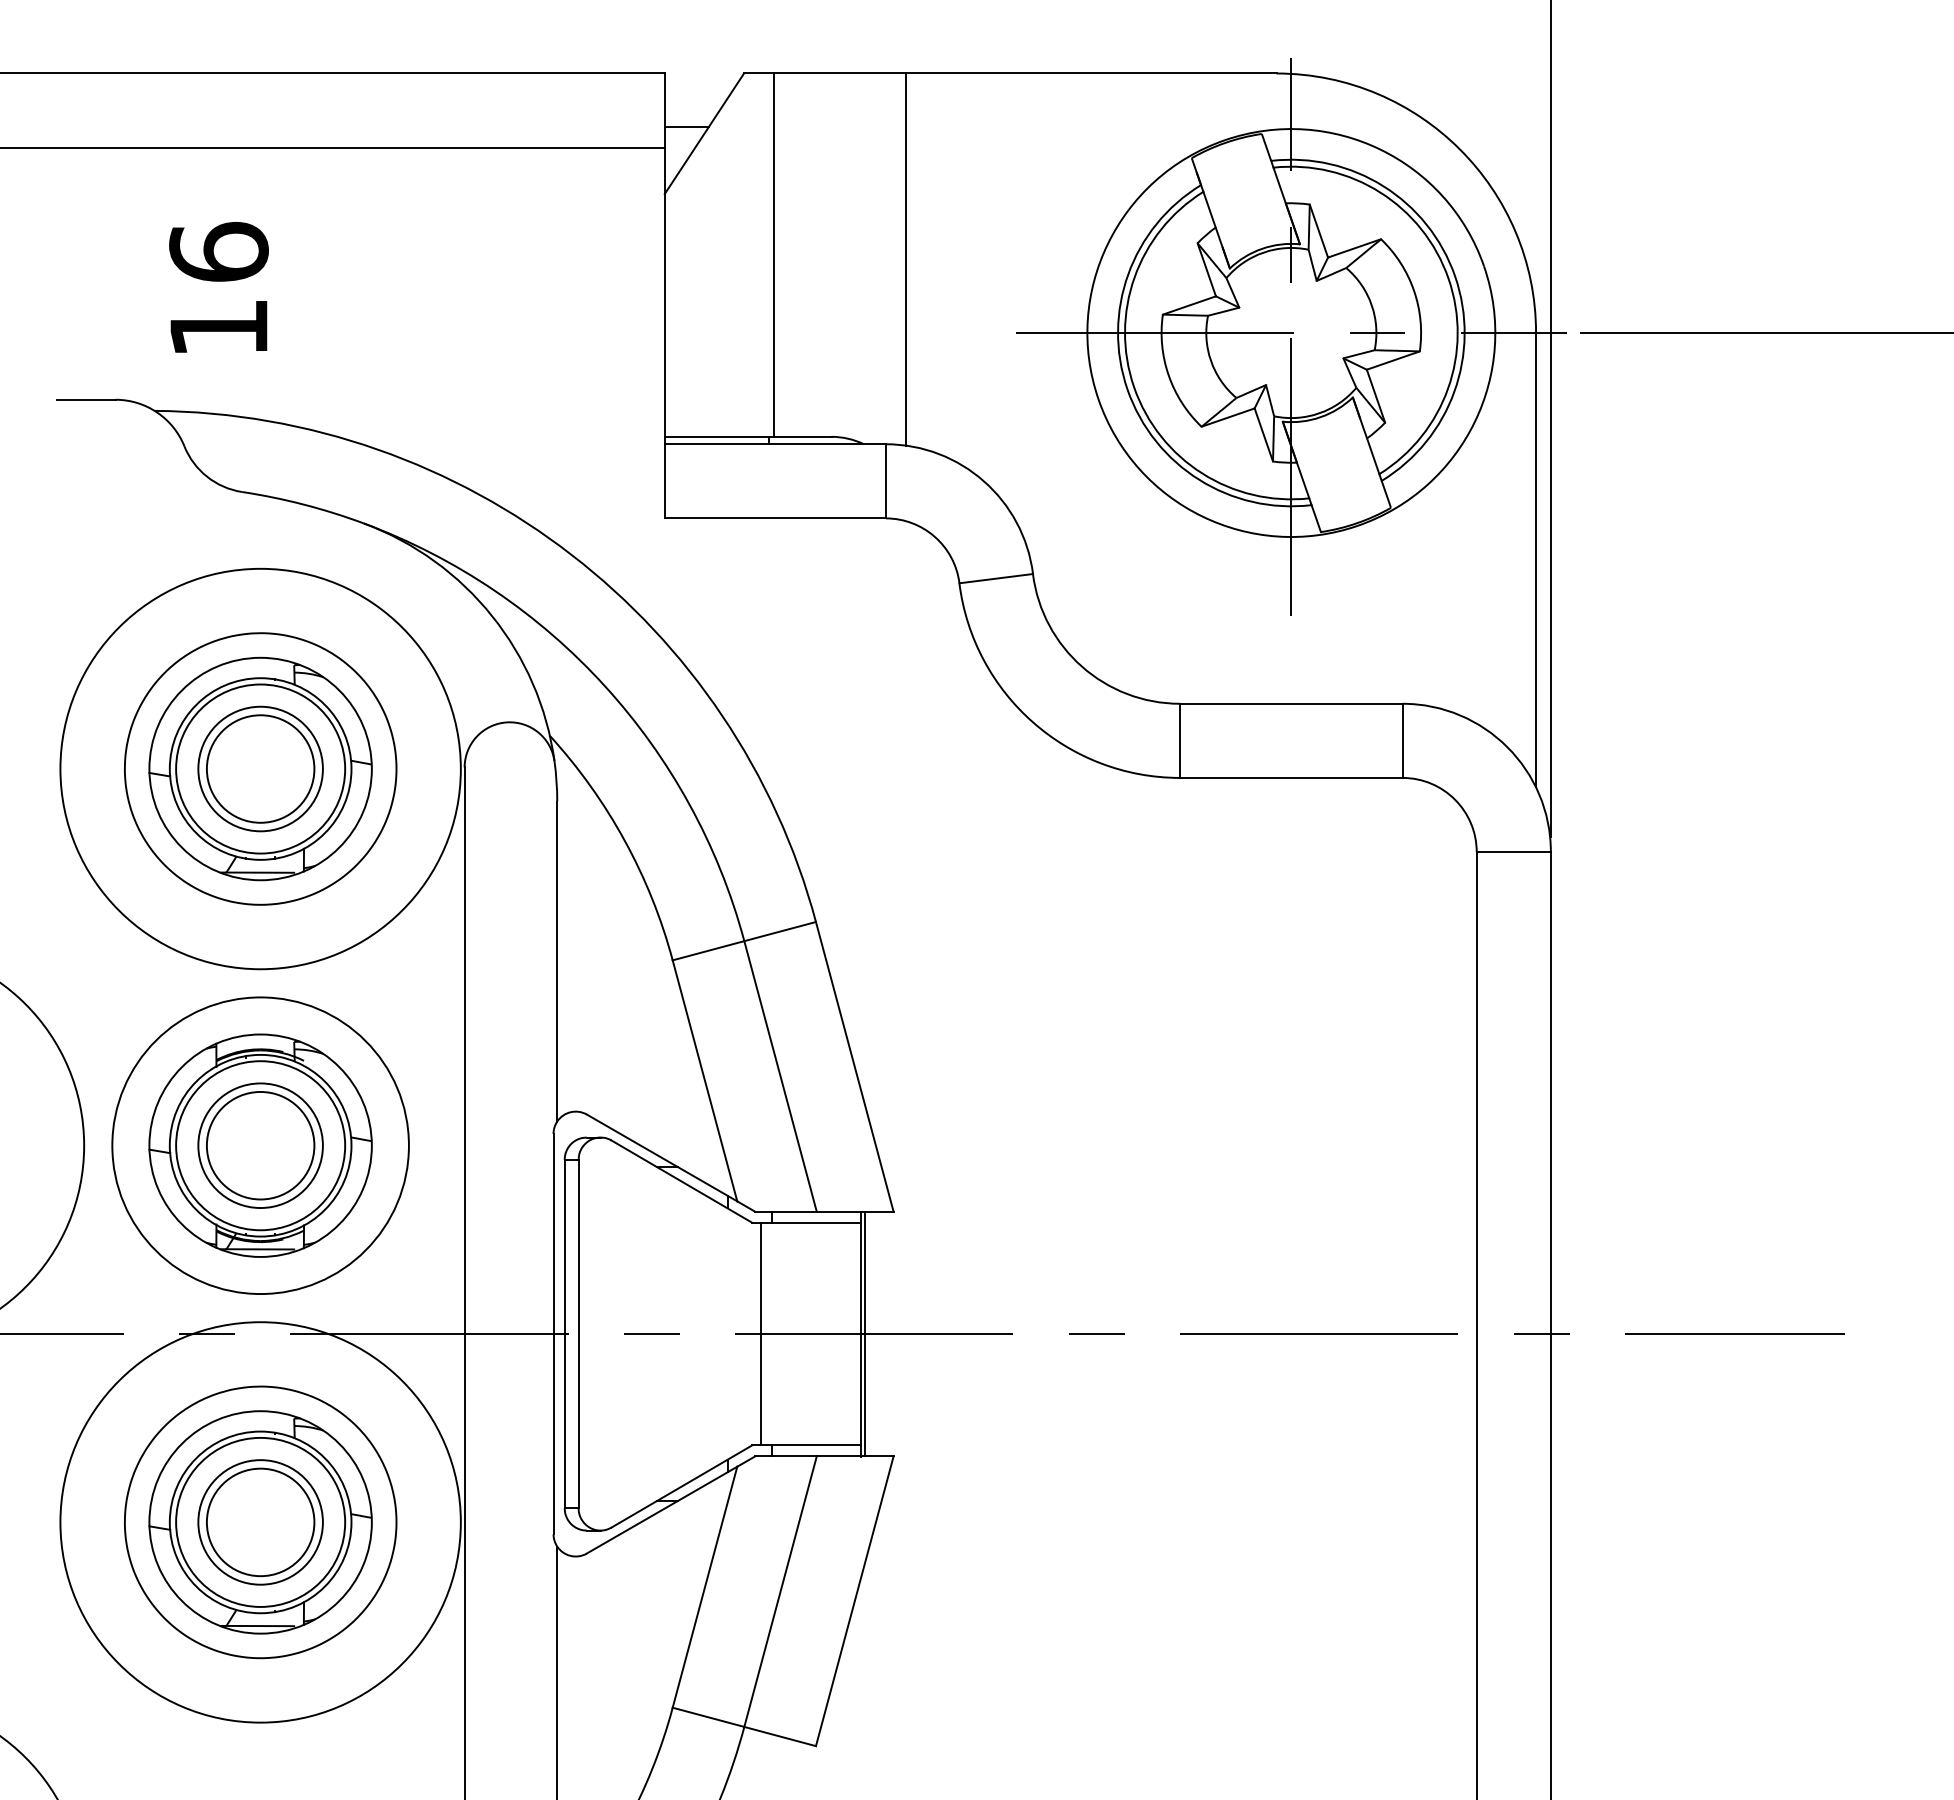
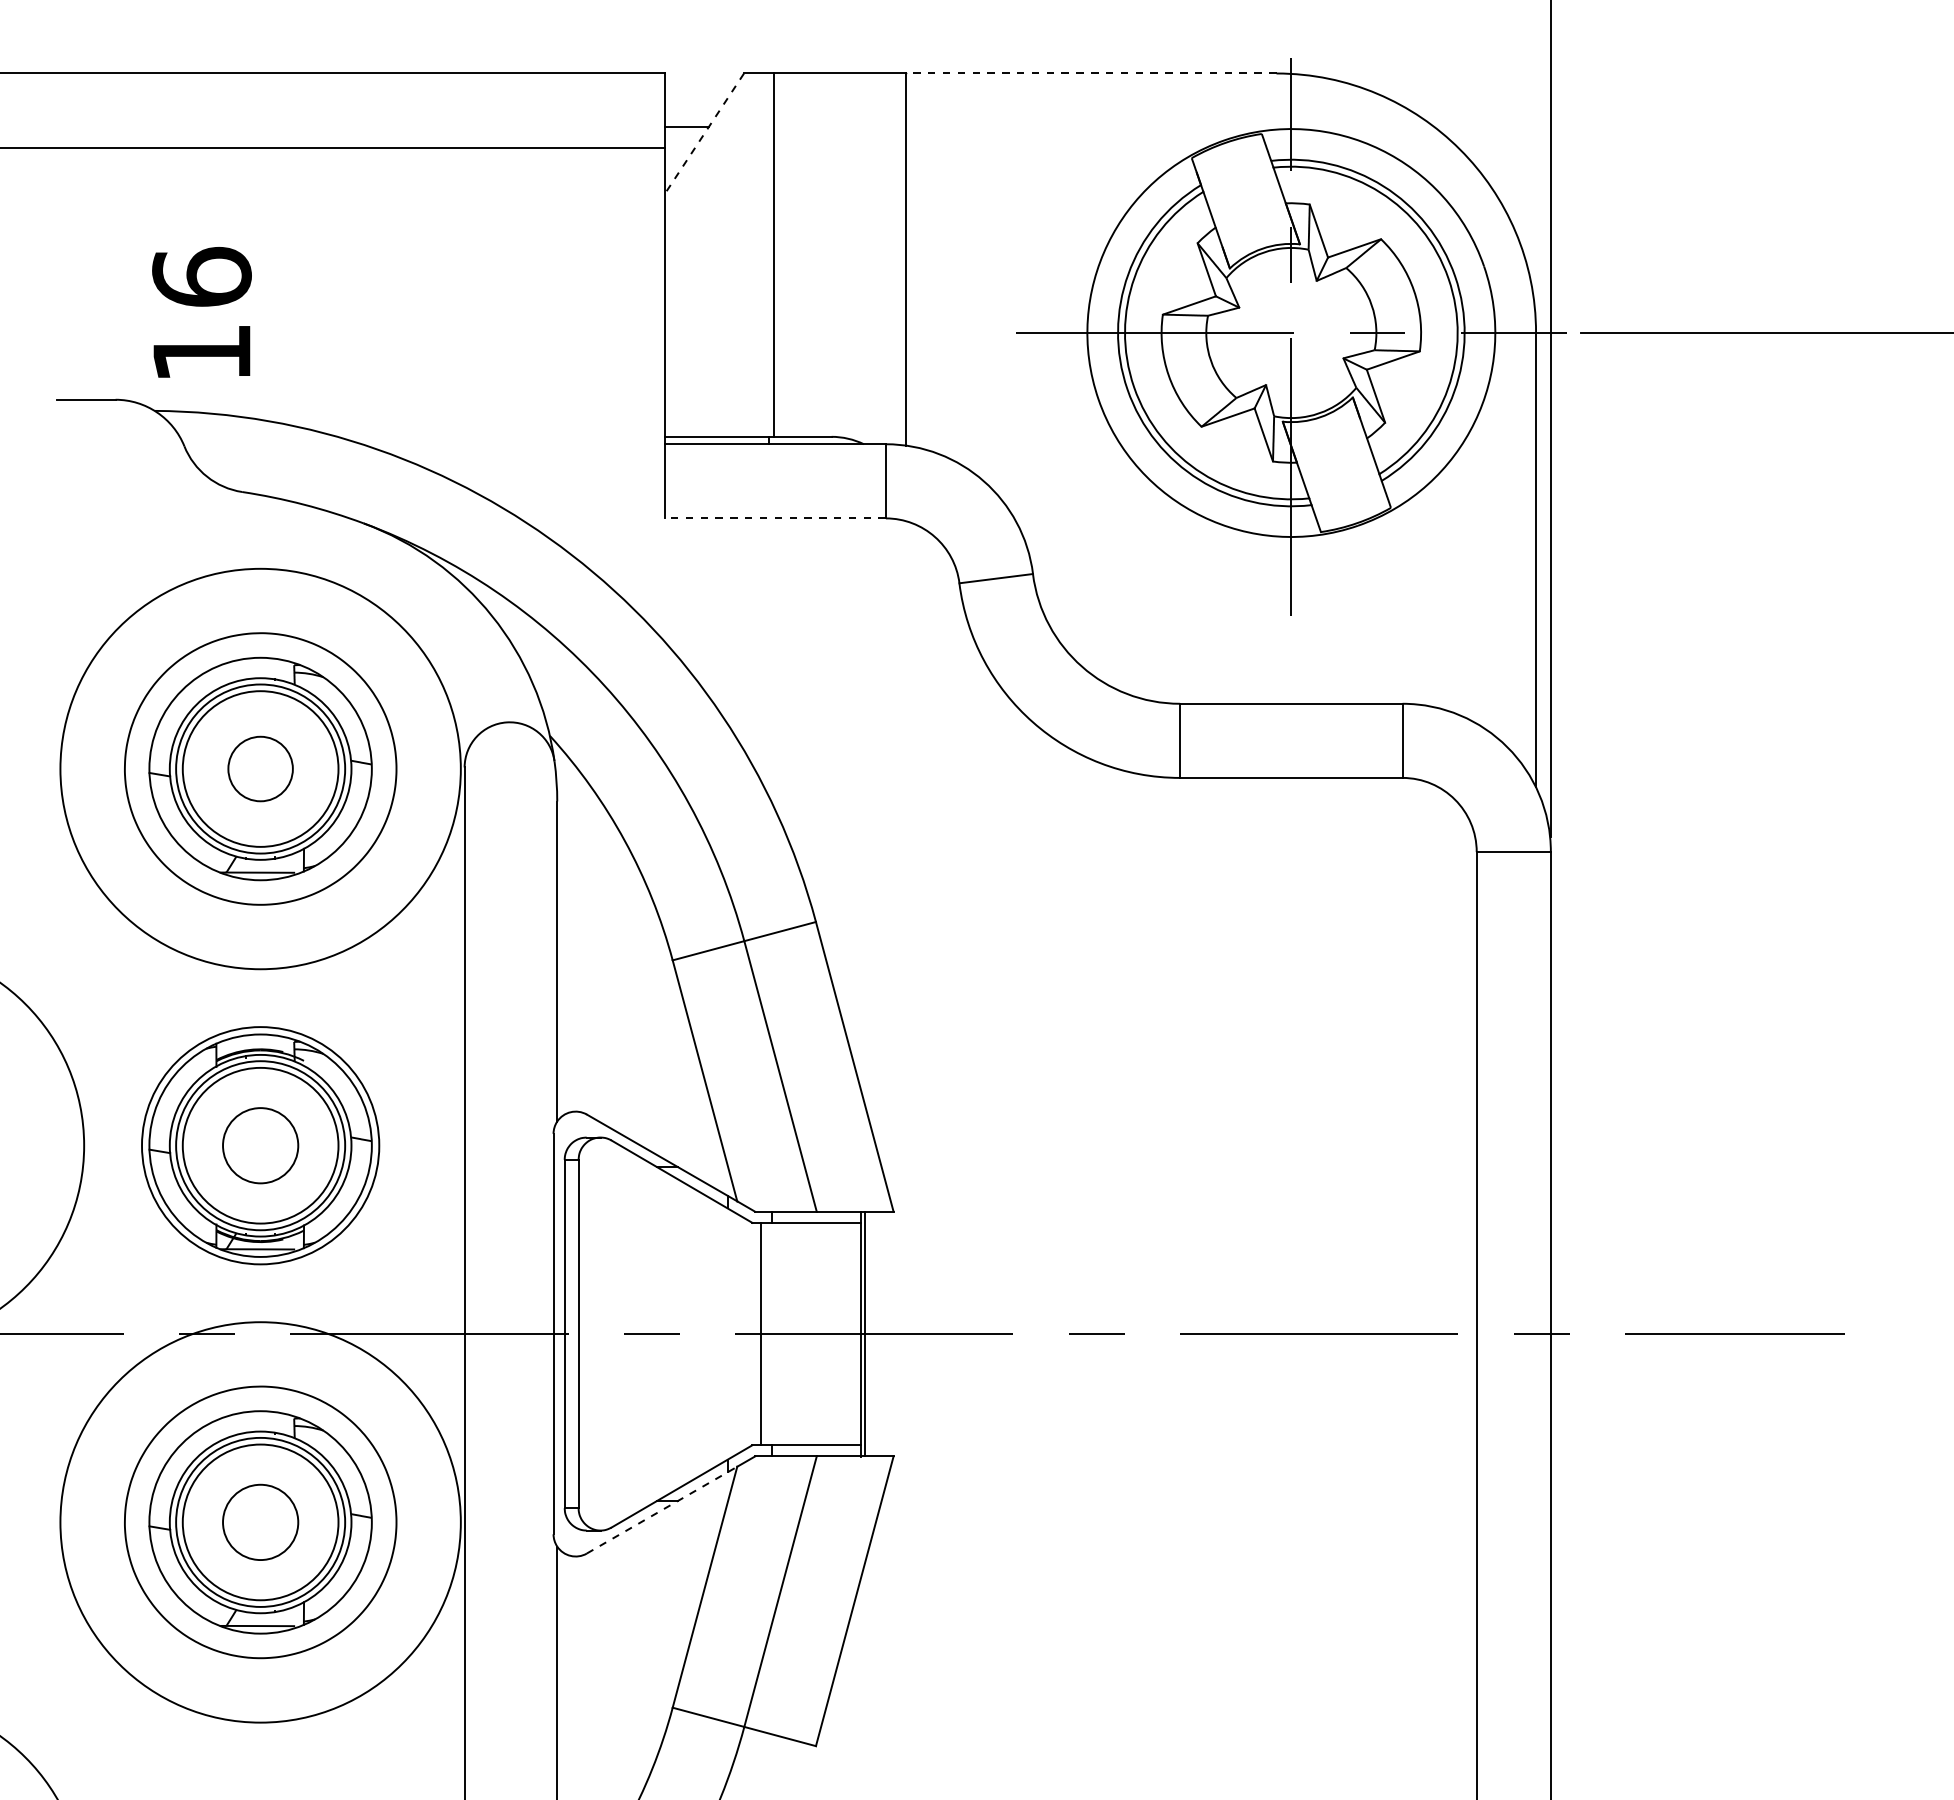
line at (1090, 73): solid -> dashed
line at (704, 134): solid -> dashed
text at (218, 287) position: (218, 287) -> (201, 312)
line at (775, 518): solid -> dashed
circle at (260, 768) diameter: 108 px -> 65 px
circle at (260, 768) diameter: 125 px -> 156 px
circle at (260, 1145) diameter: 108 px -> 75 px
circle at (260, 1145) diameter: 125 px -> 156 px
circle at (260, 1145) diameter: 297 px -> 237 px
line at (662, 1510): solid -> dashed
circle at (260, 1522) diameter: 108 px -> 75 px
circle at (260, 1522) diameter: 125 px -> 156 px
